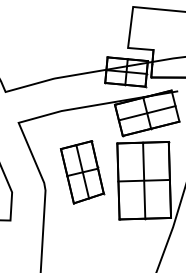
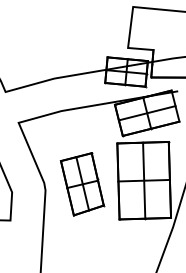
part at (82, 172) position: (82, 172) -> (82, 184)
